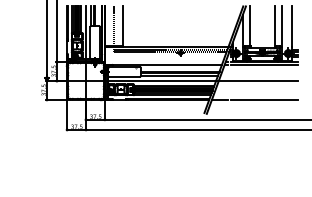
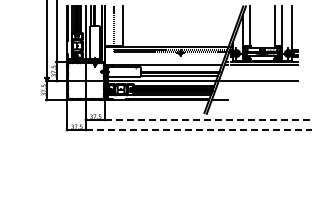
line at (264, 99): present -> none
line at (208, 119): solid -> dashed
line at (198, 129): solid -> dashed
